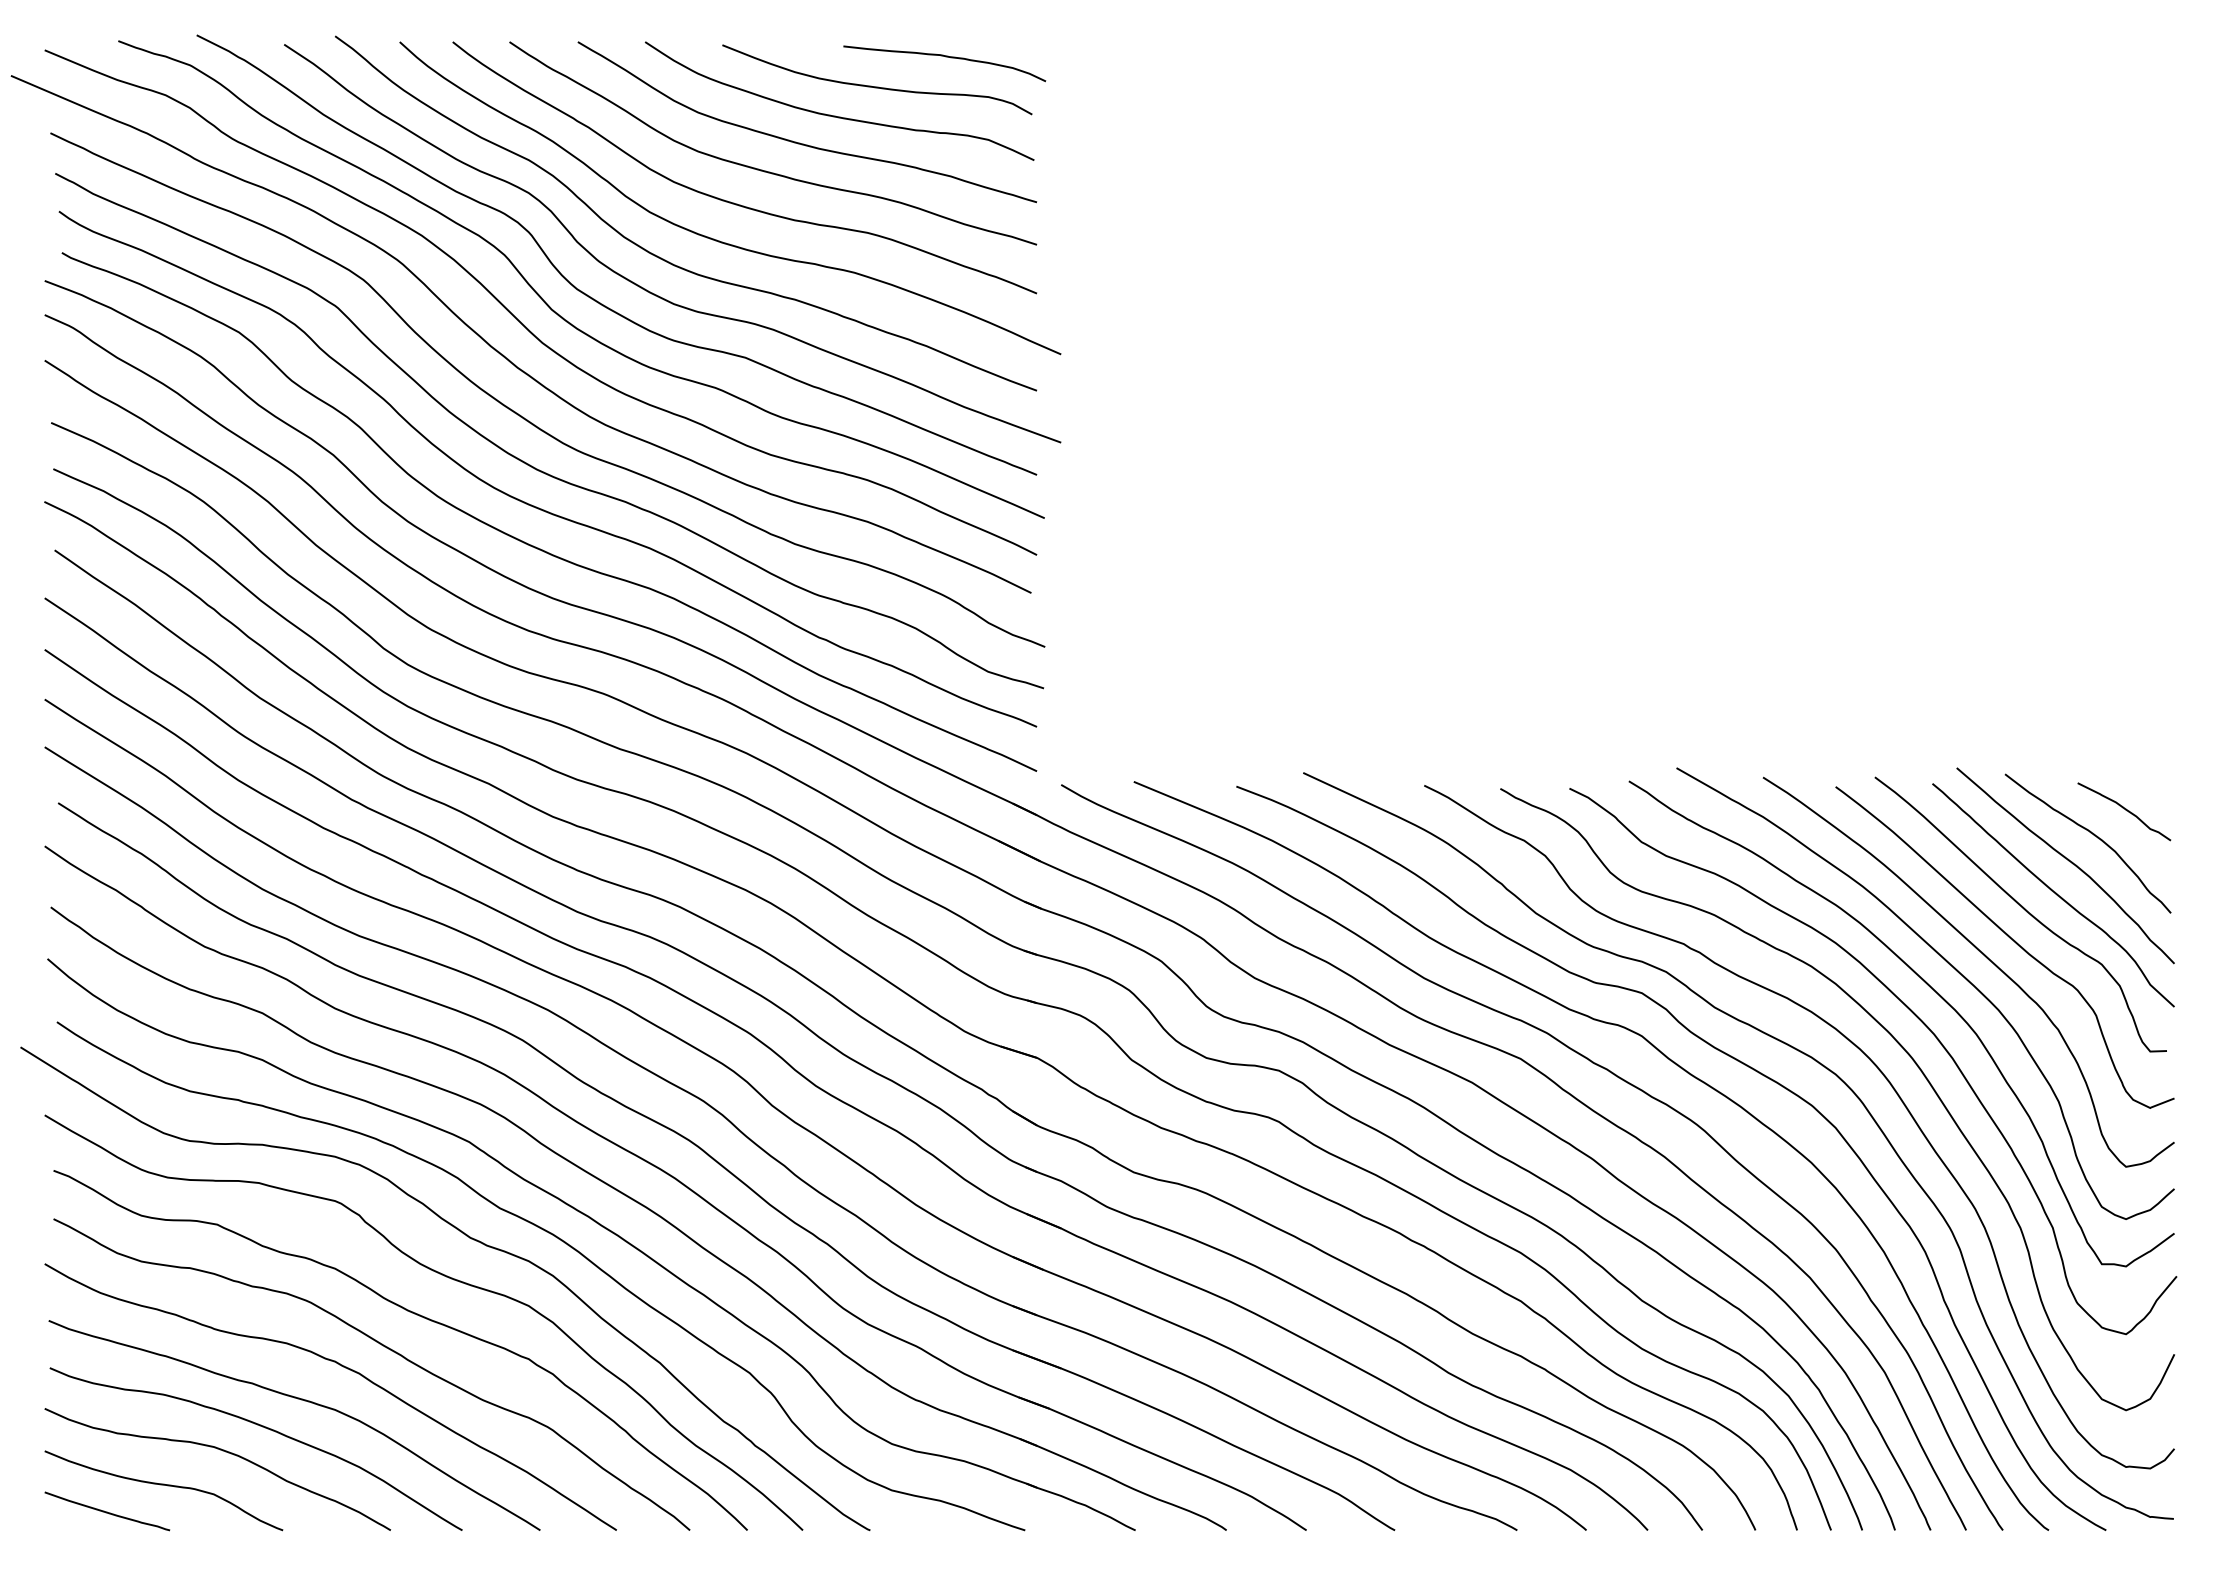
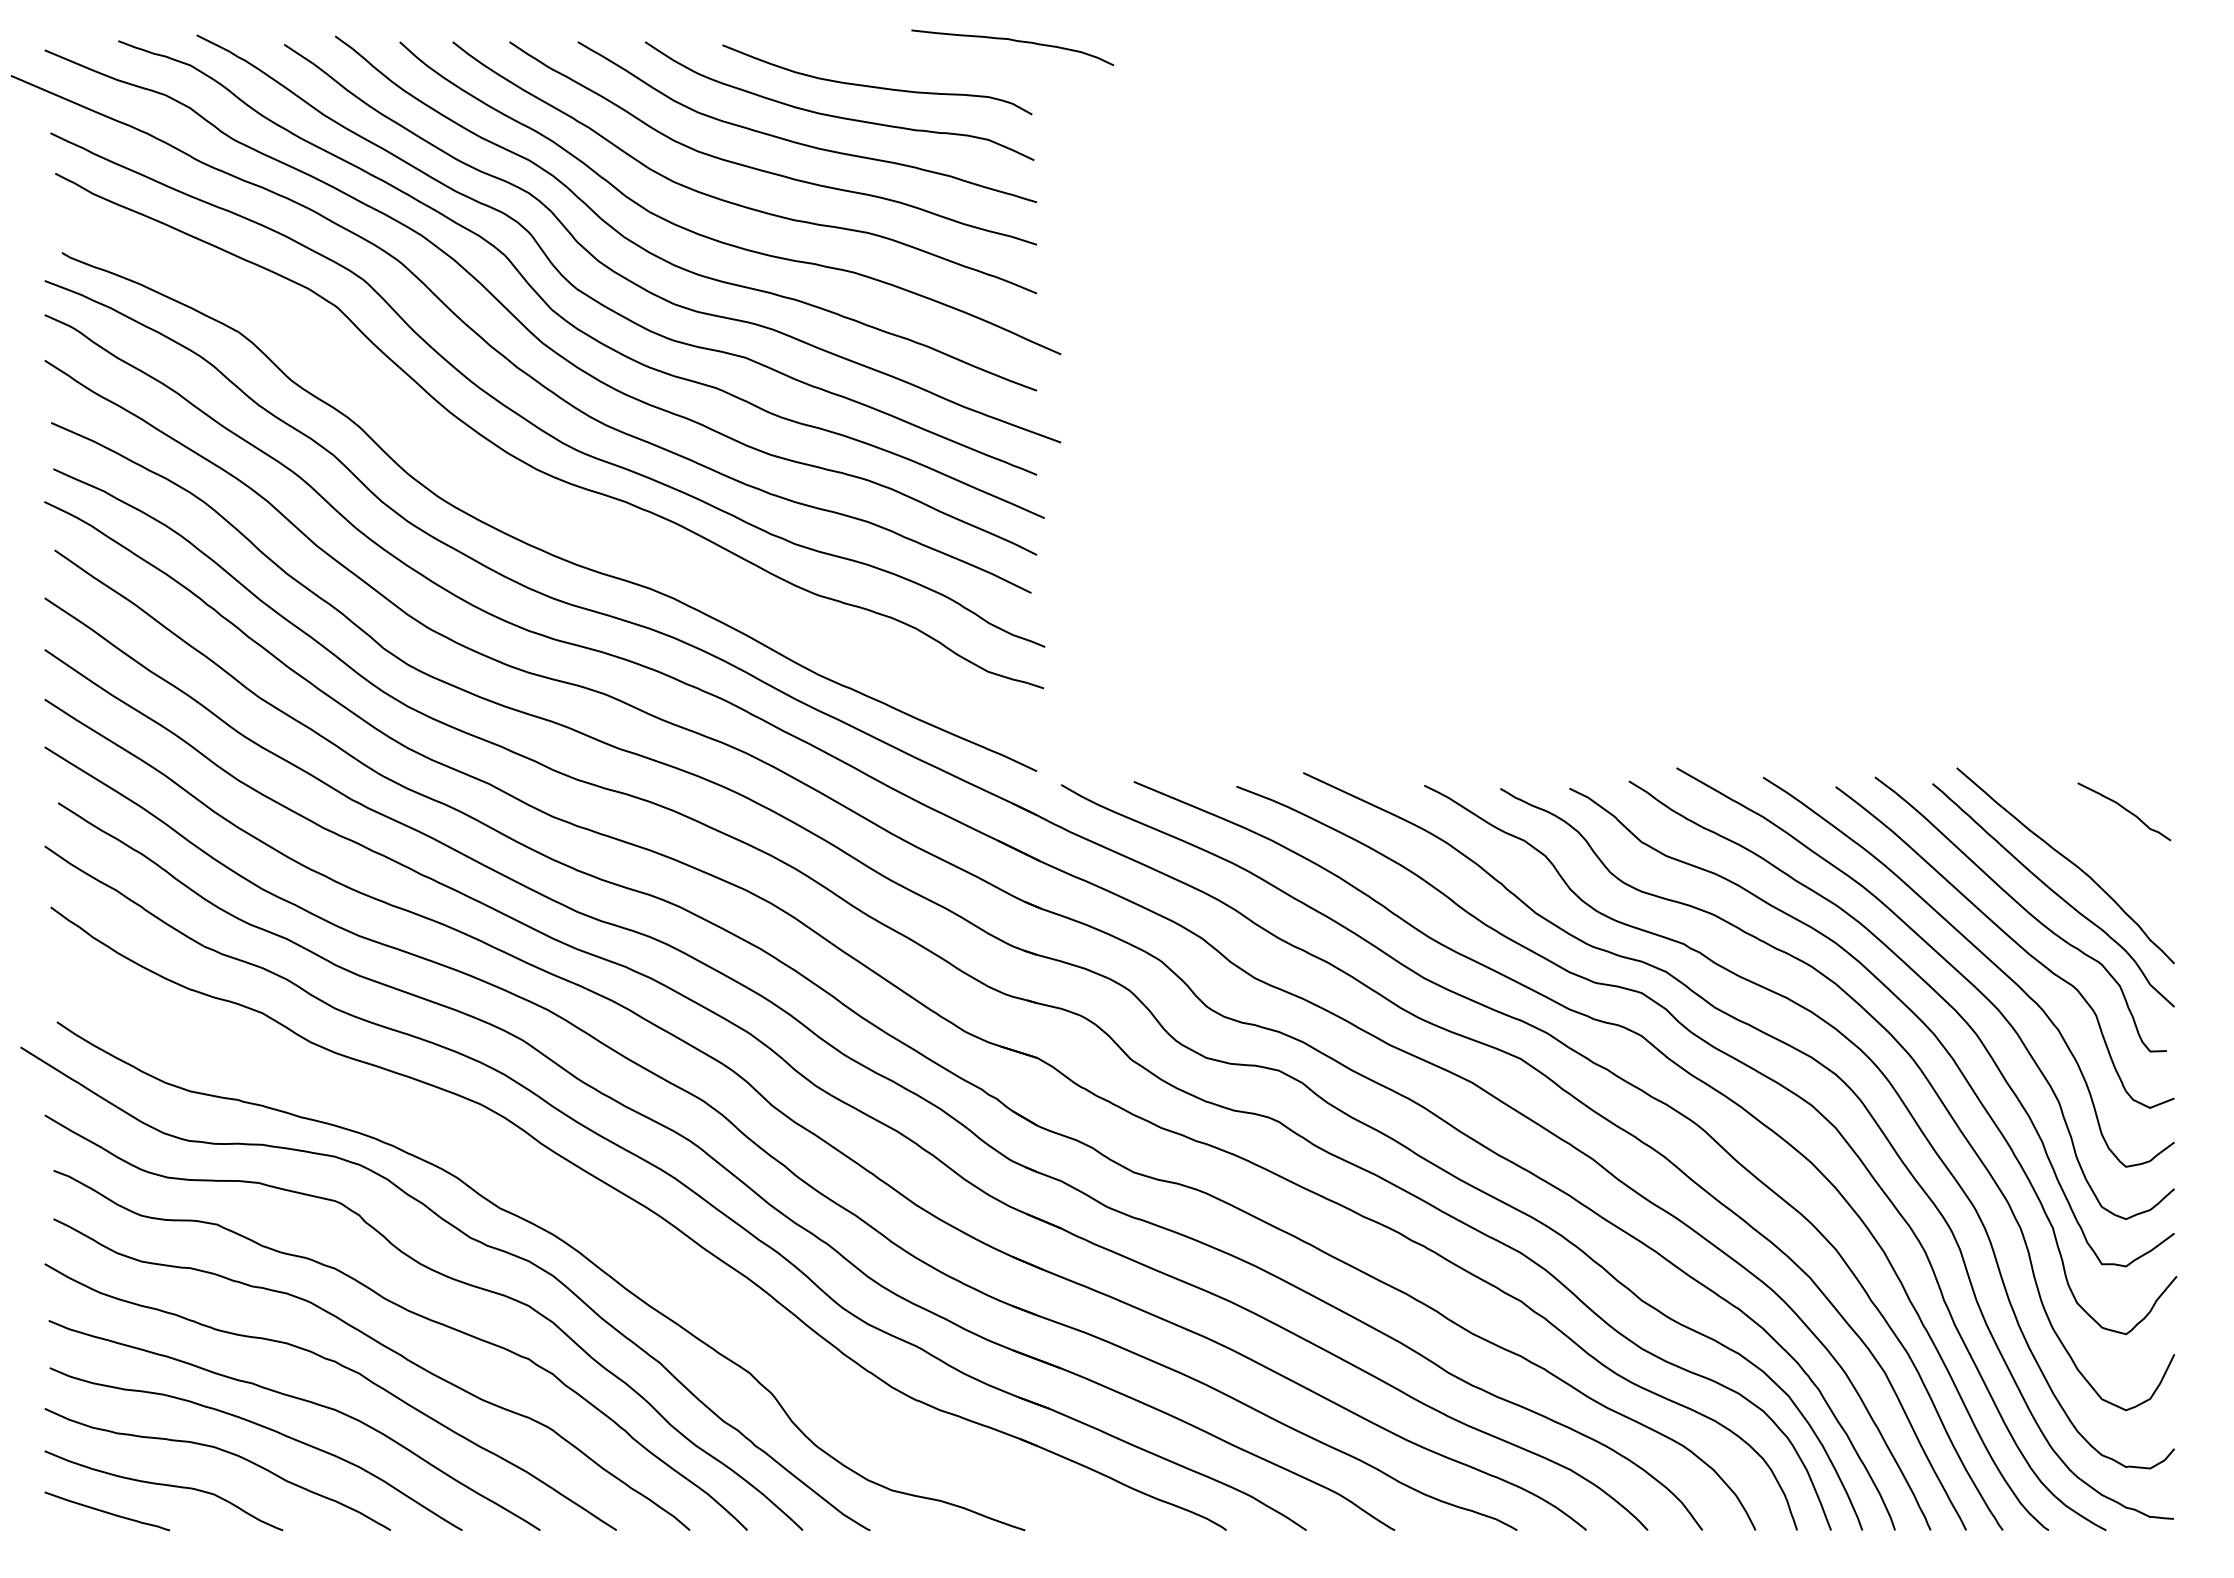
curve at (945, 57) position: (945, 57) -> (1013, 41)
curve at (534, 505): present -> none
curve at (2094, 836): present -> none
part at (602, 1227): present -> none
